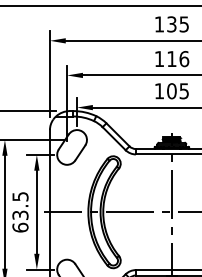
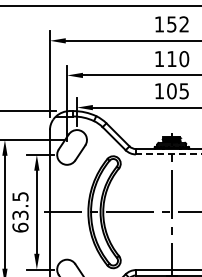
text at (177, 24): 135 -> 152
text at (184, 58): 116 -> 110
line at (168, 154): solid -> dashed
